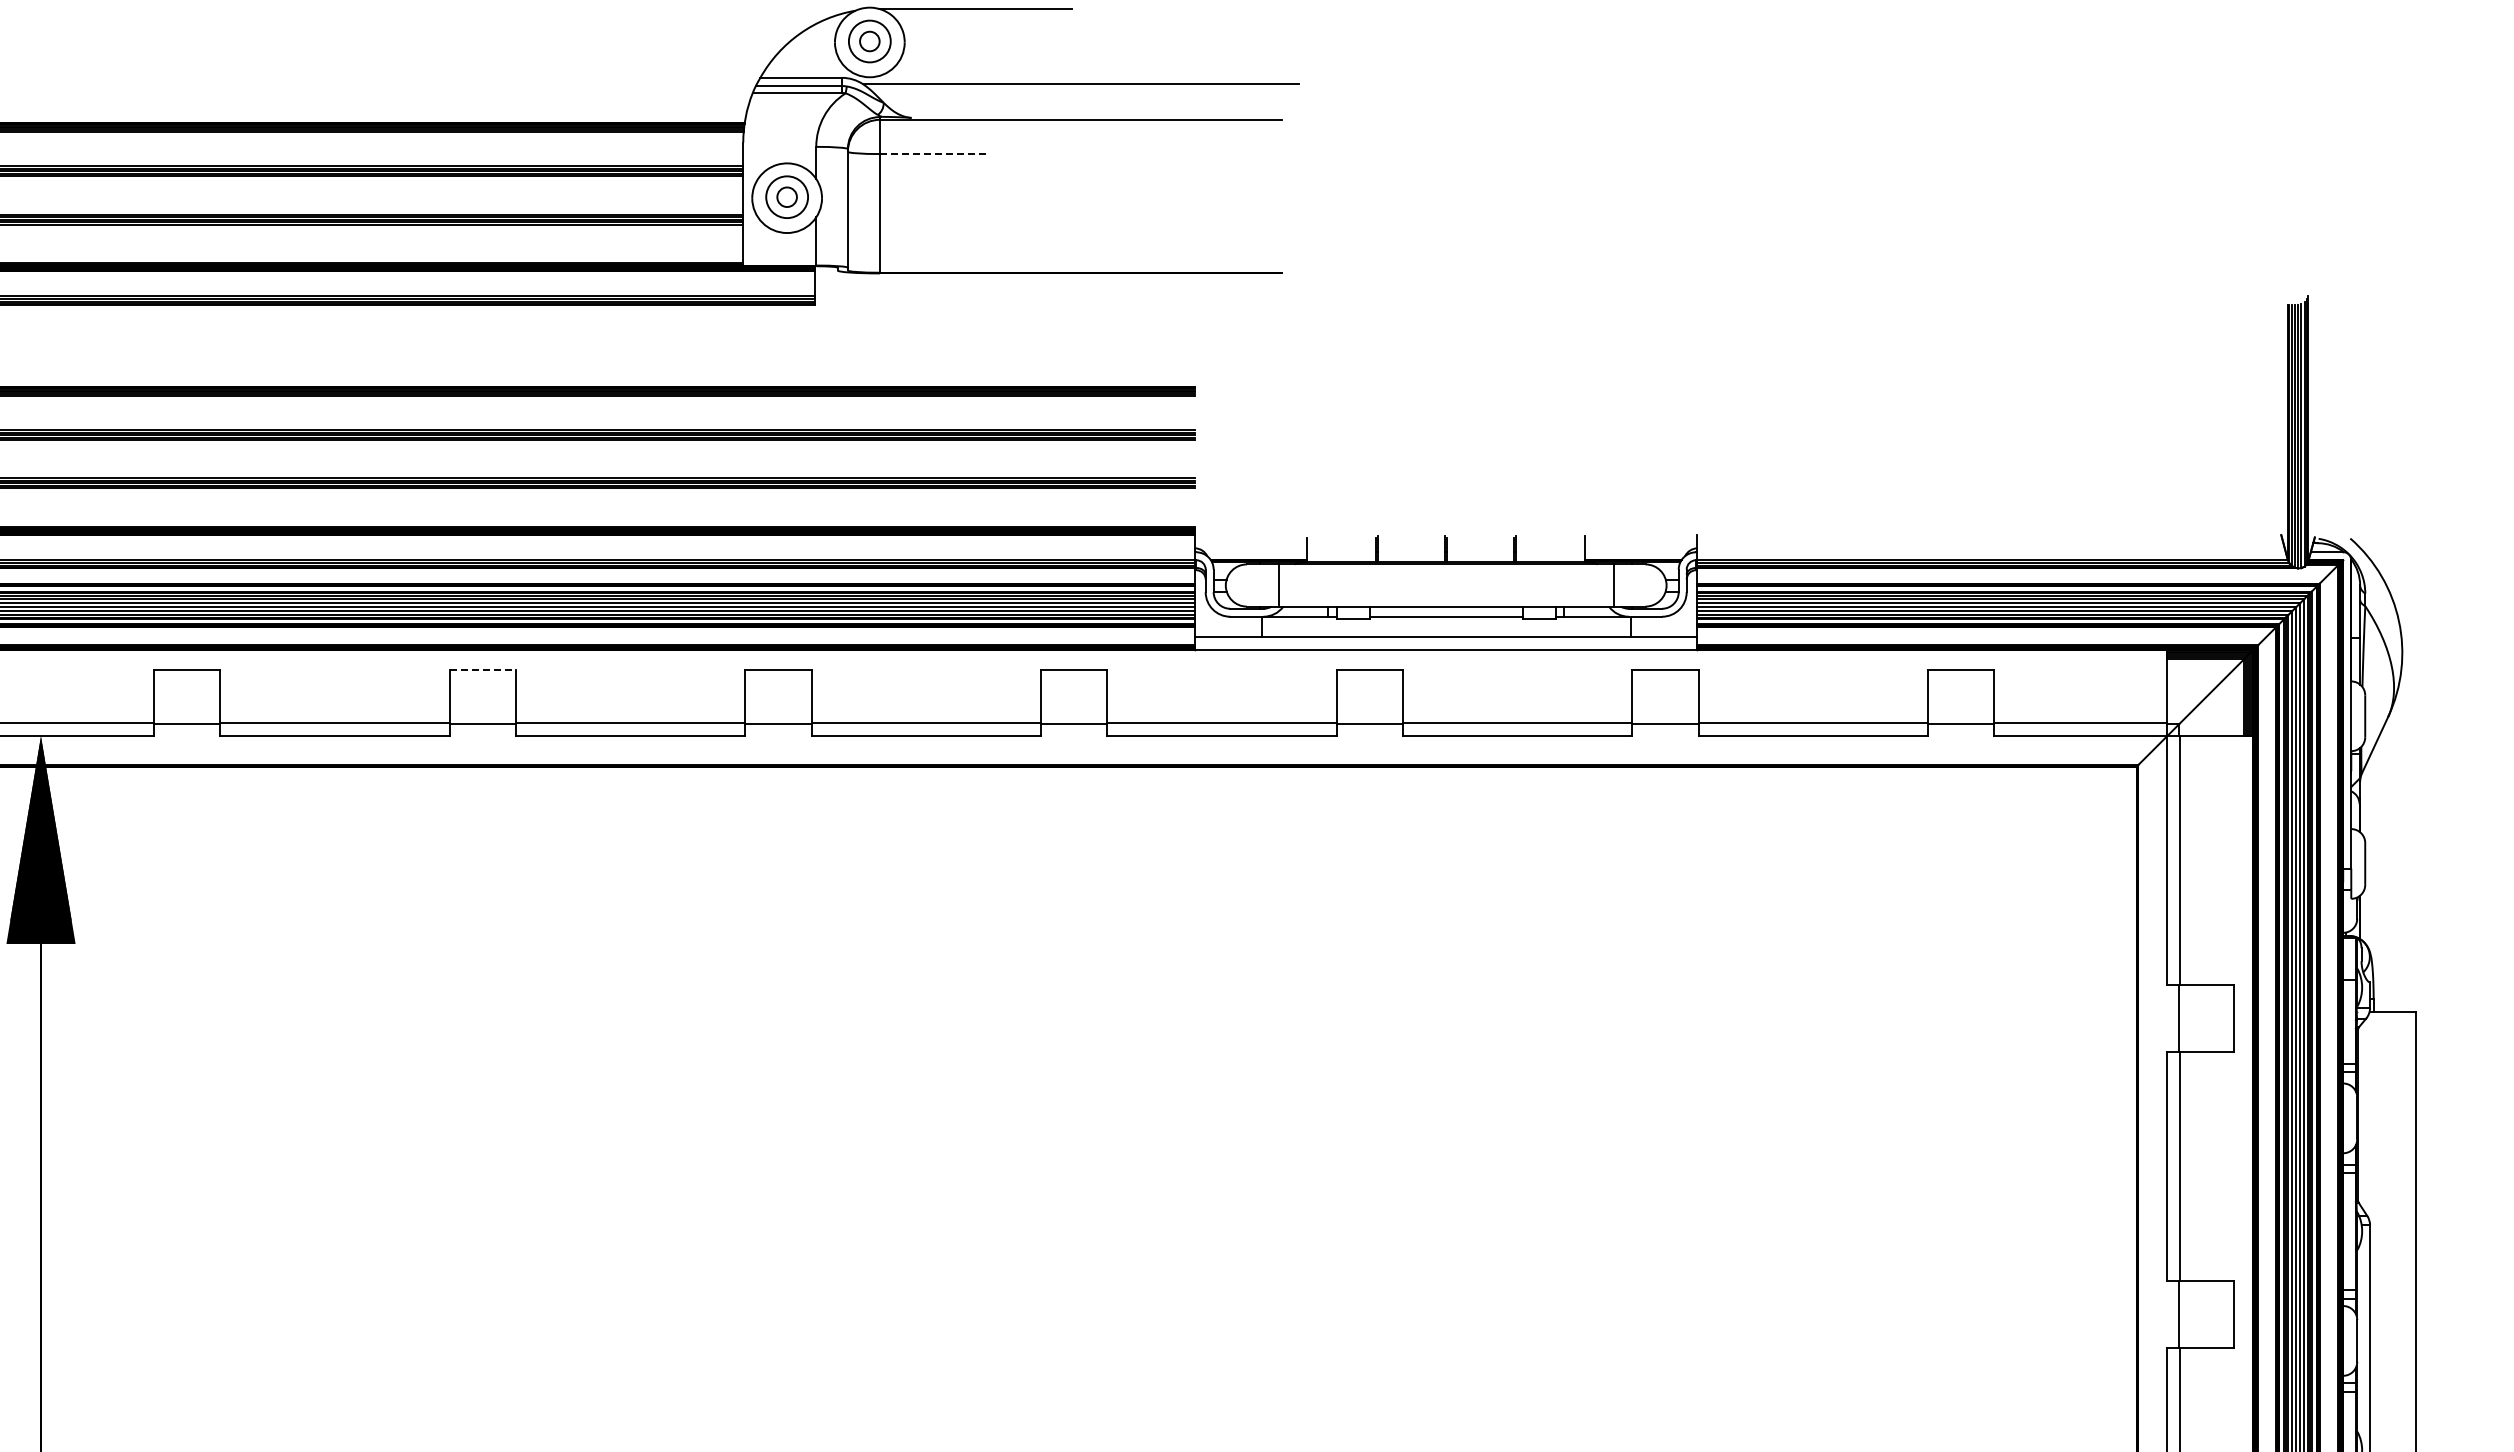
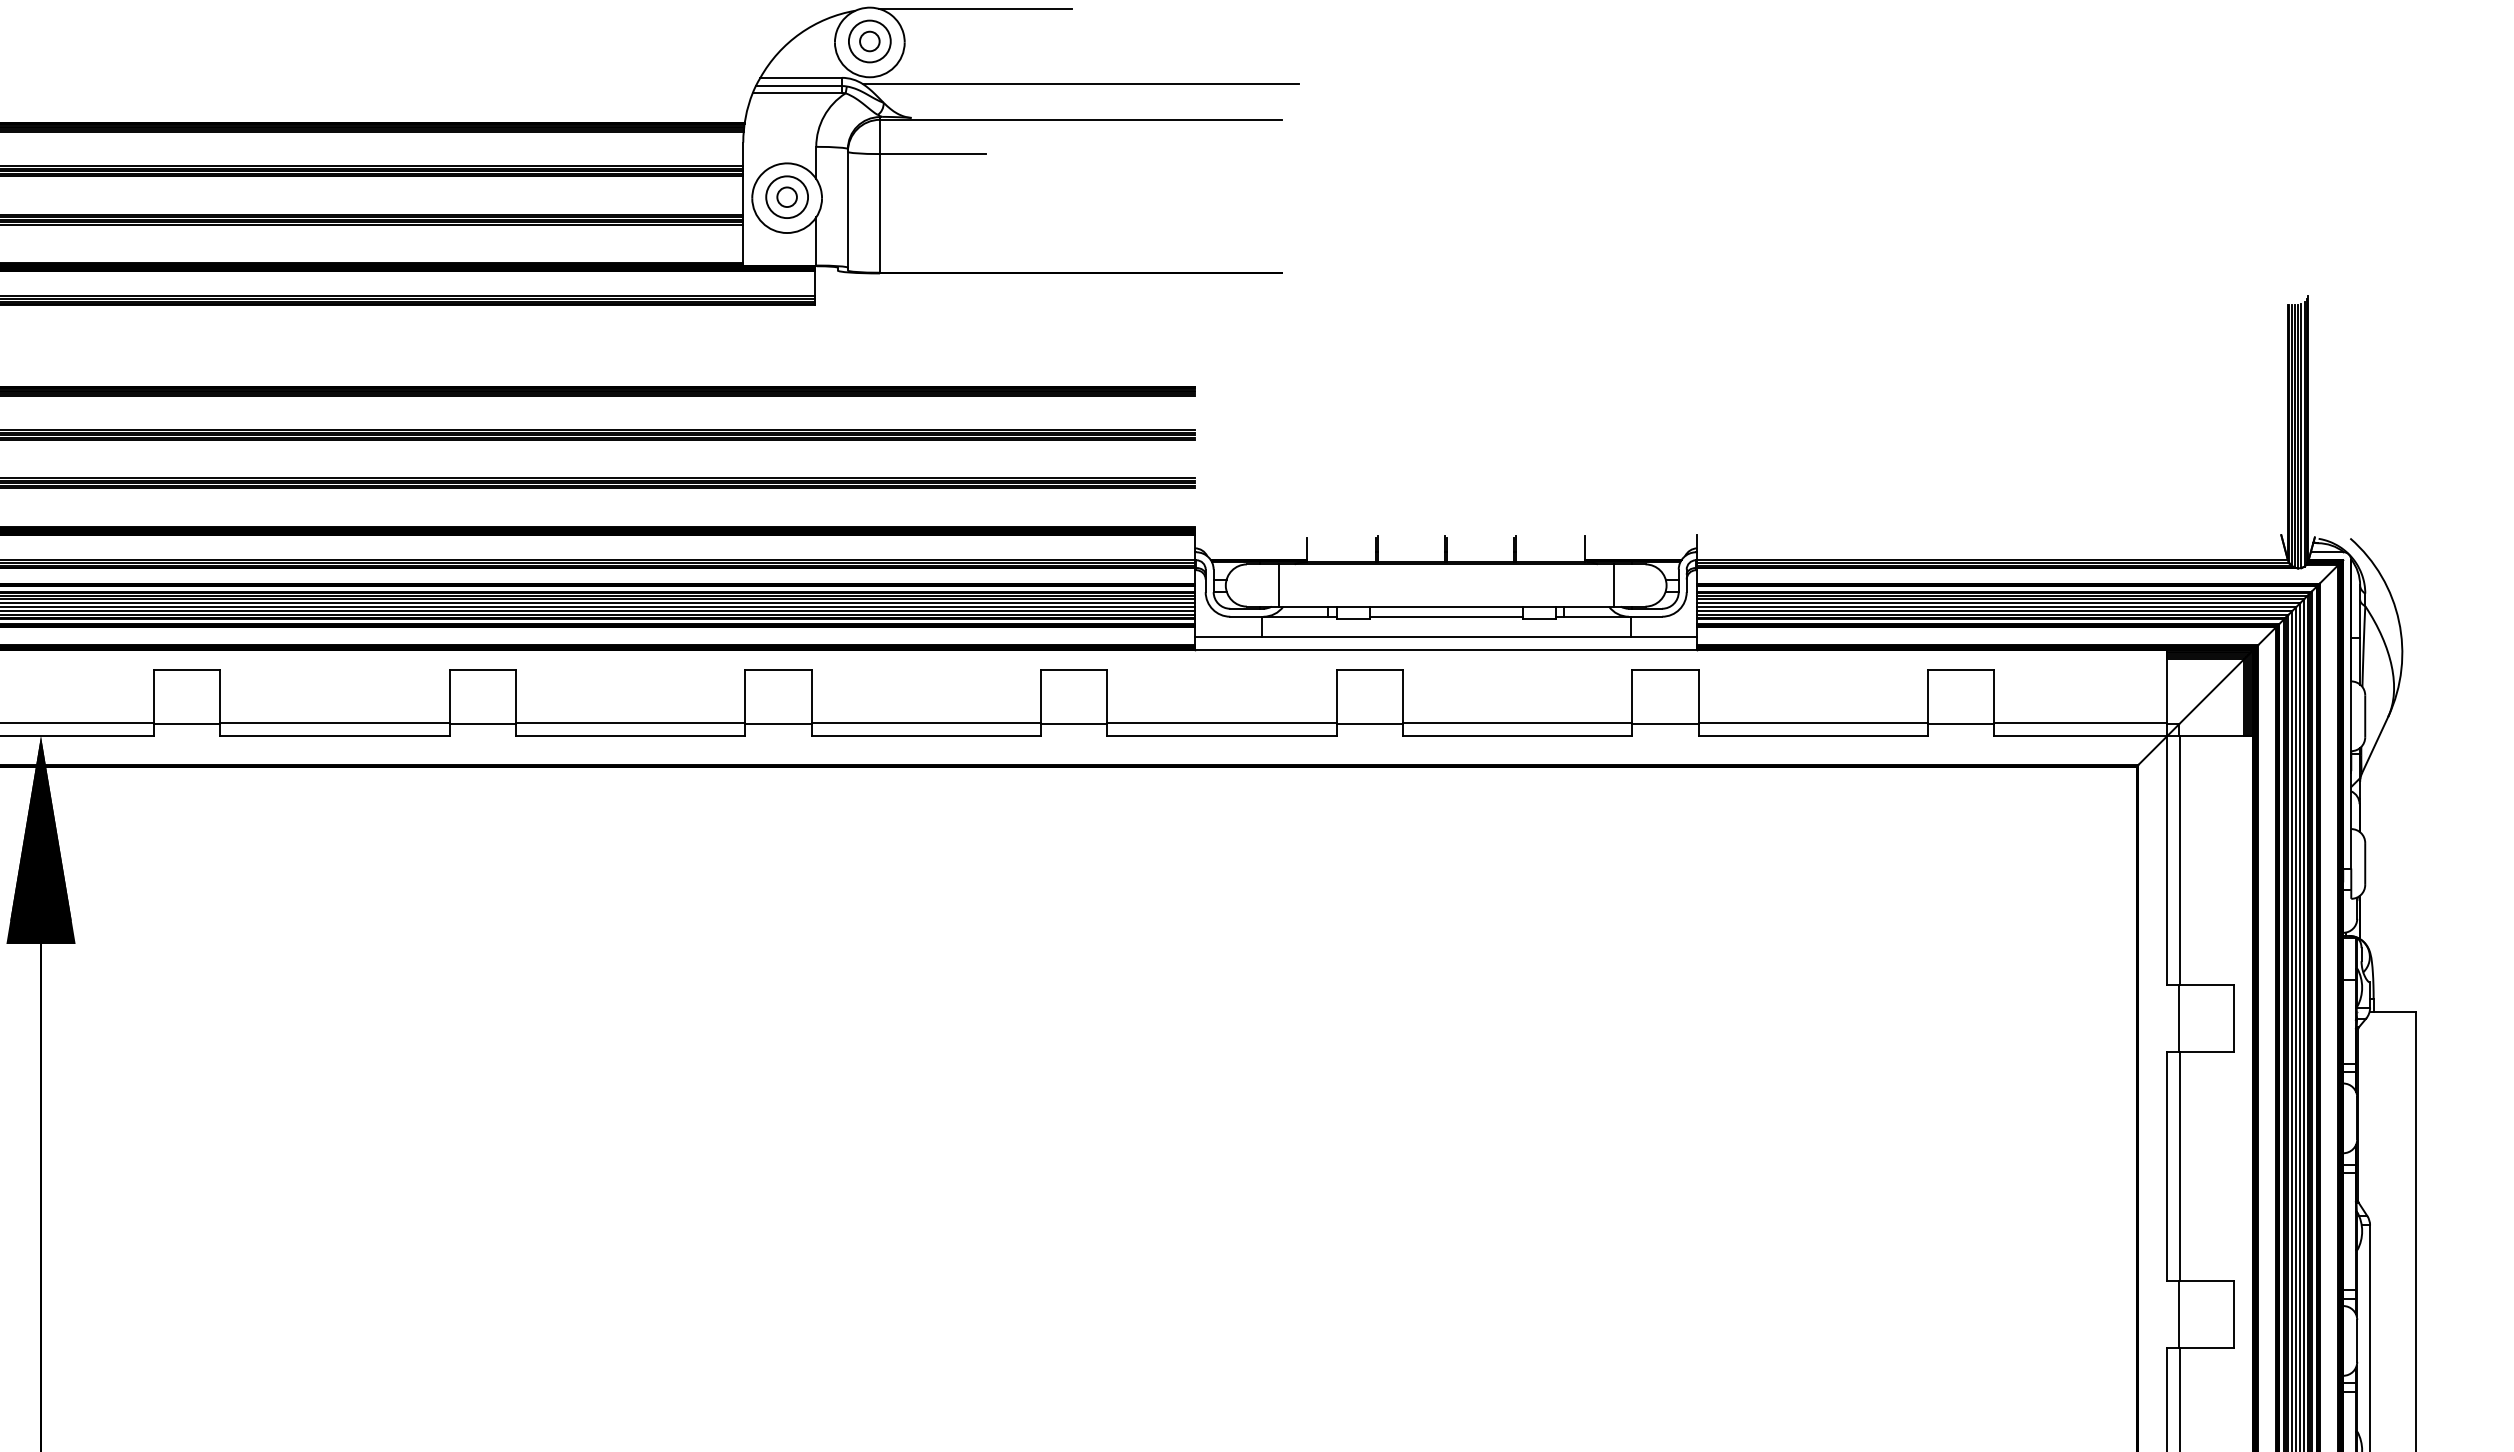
line at (933, 154): dashed -> solid
line at (483, 669): dashed -> solid
